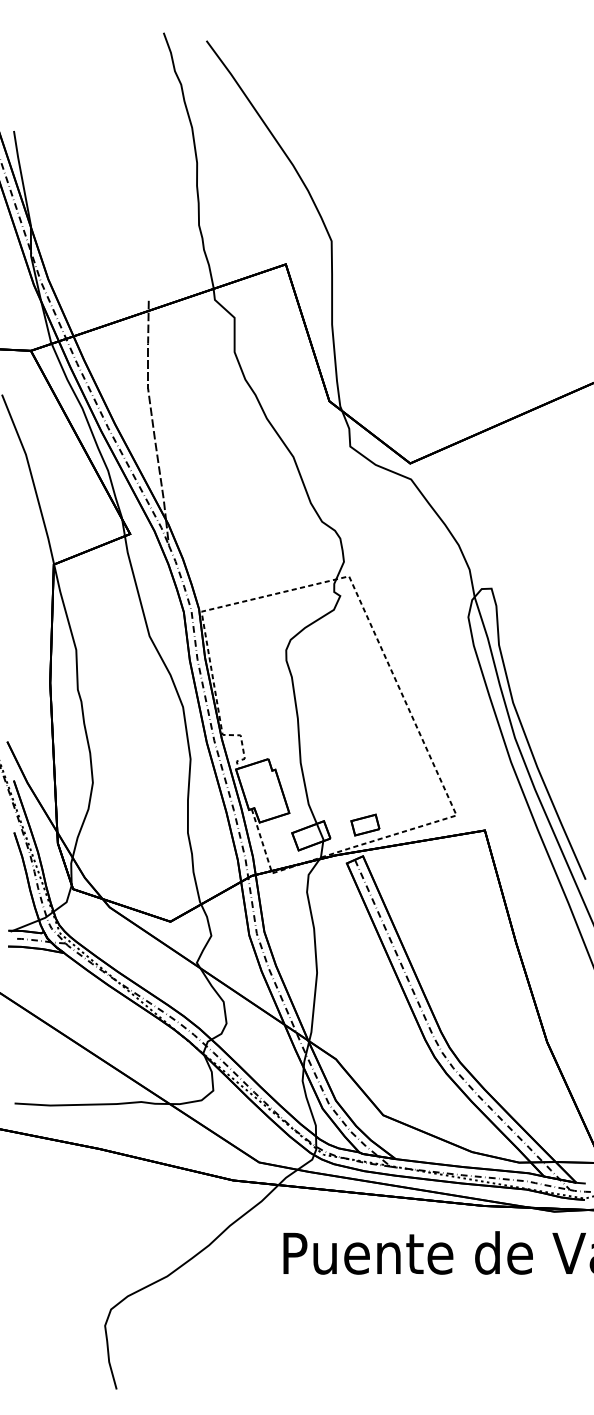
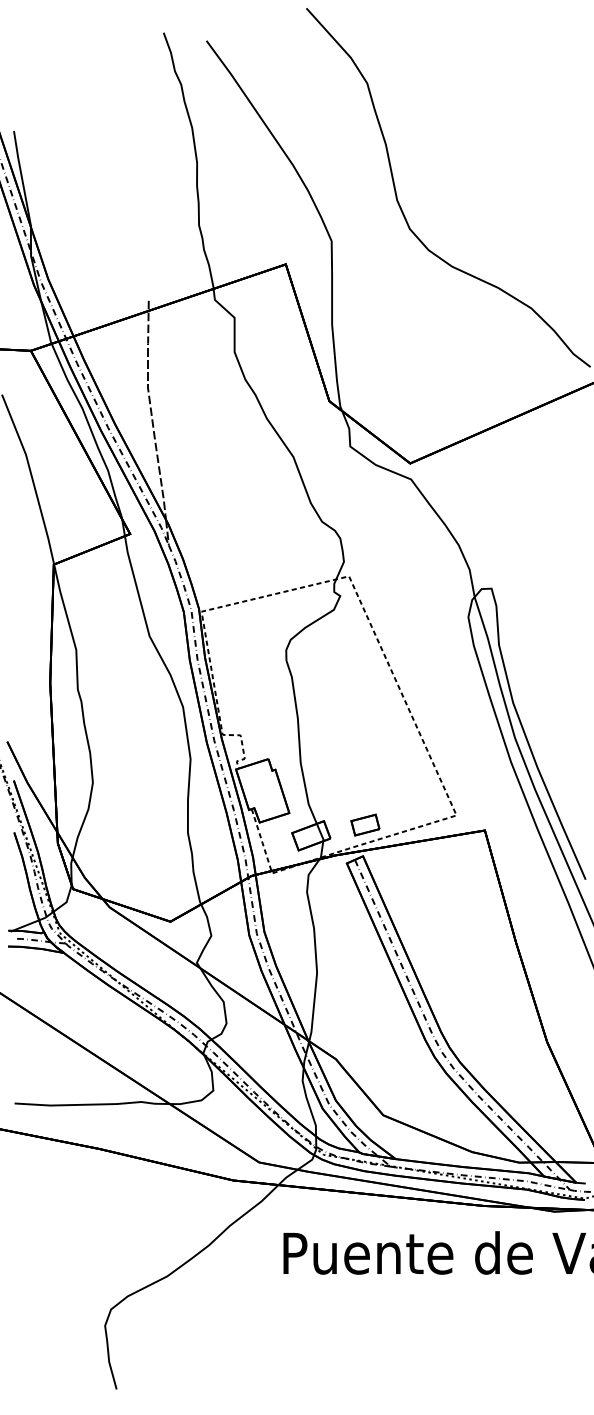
curve at (402, 209): none -> present
